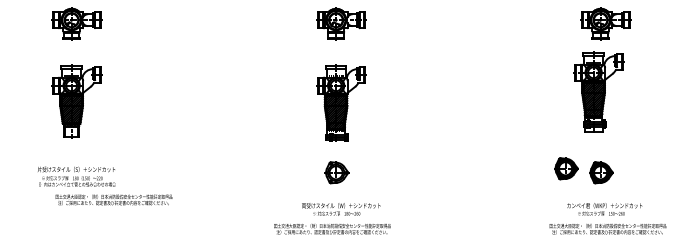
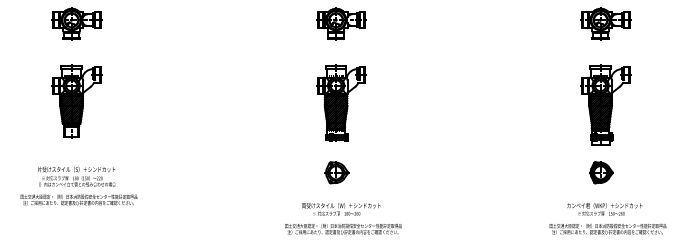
part at (598, 91) position: (598, 91) -> (605, 104)
part at (566, 168): present -> none
text at (113, 199) position: (113, 199) -> (78, 199)
text at (332, 228) position: (332, 228) -> (343, 228)
